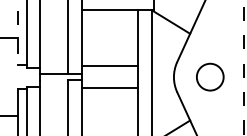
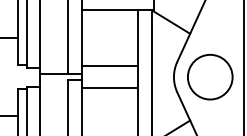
line at (17, 33): dashed -> solid
line at (243, 68): dashed -> solid
circle at (209, 76) diameter: 27 px -> 45 px
